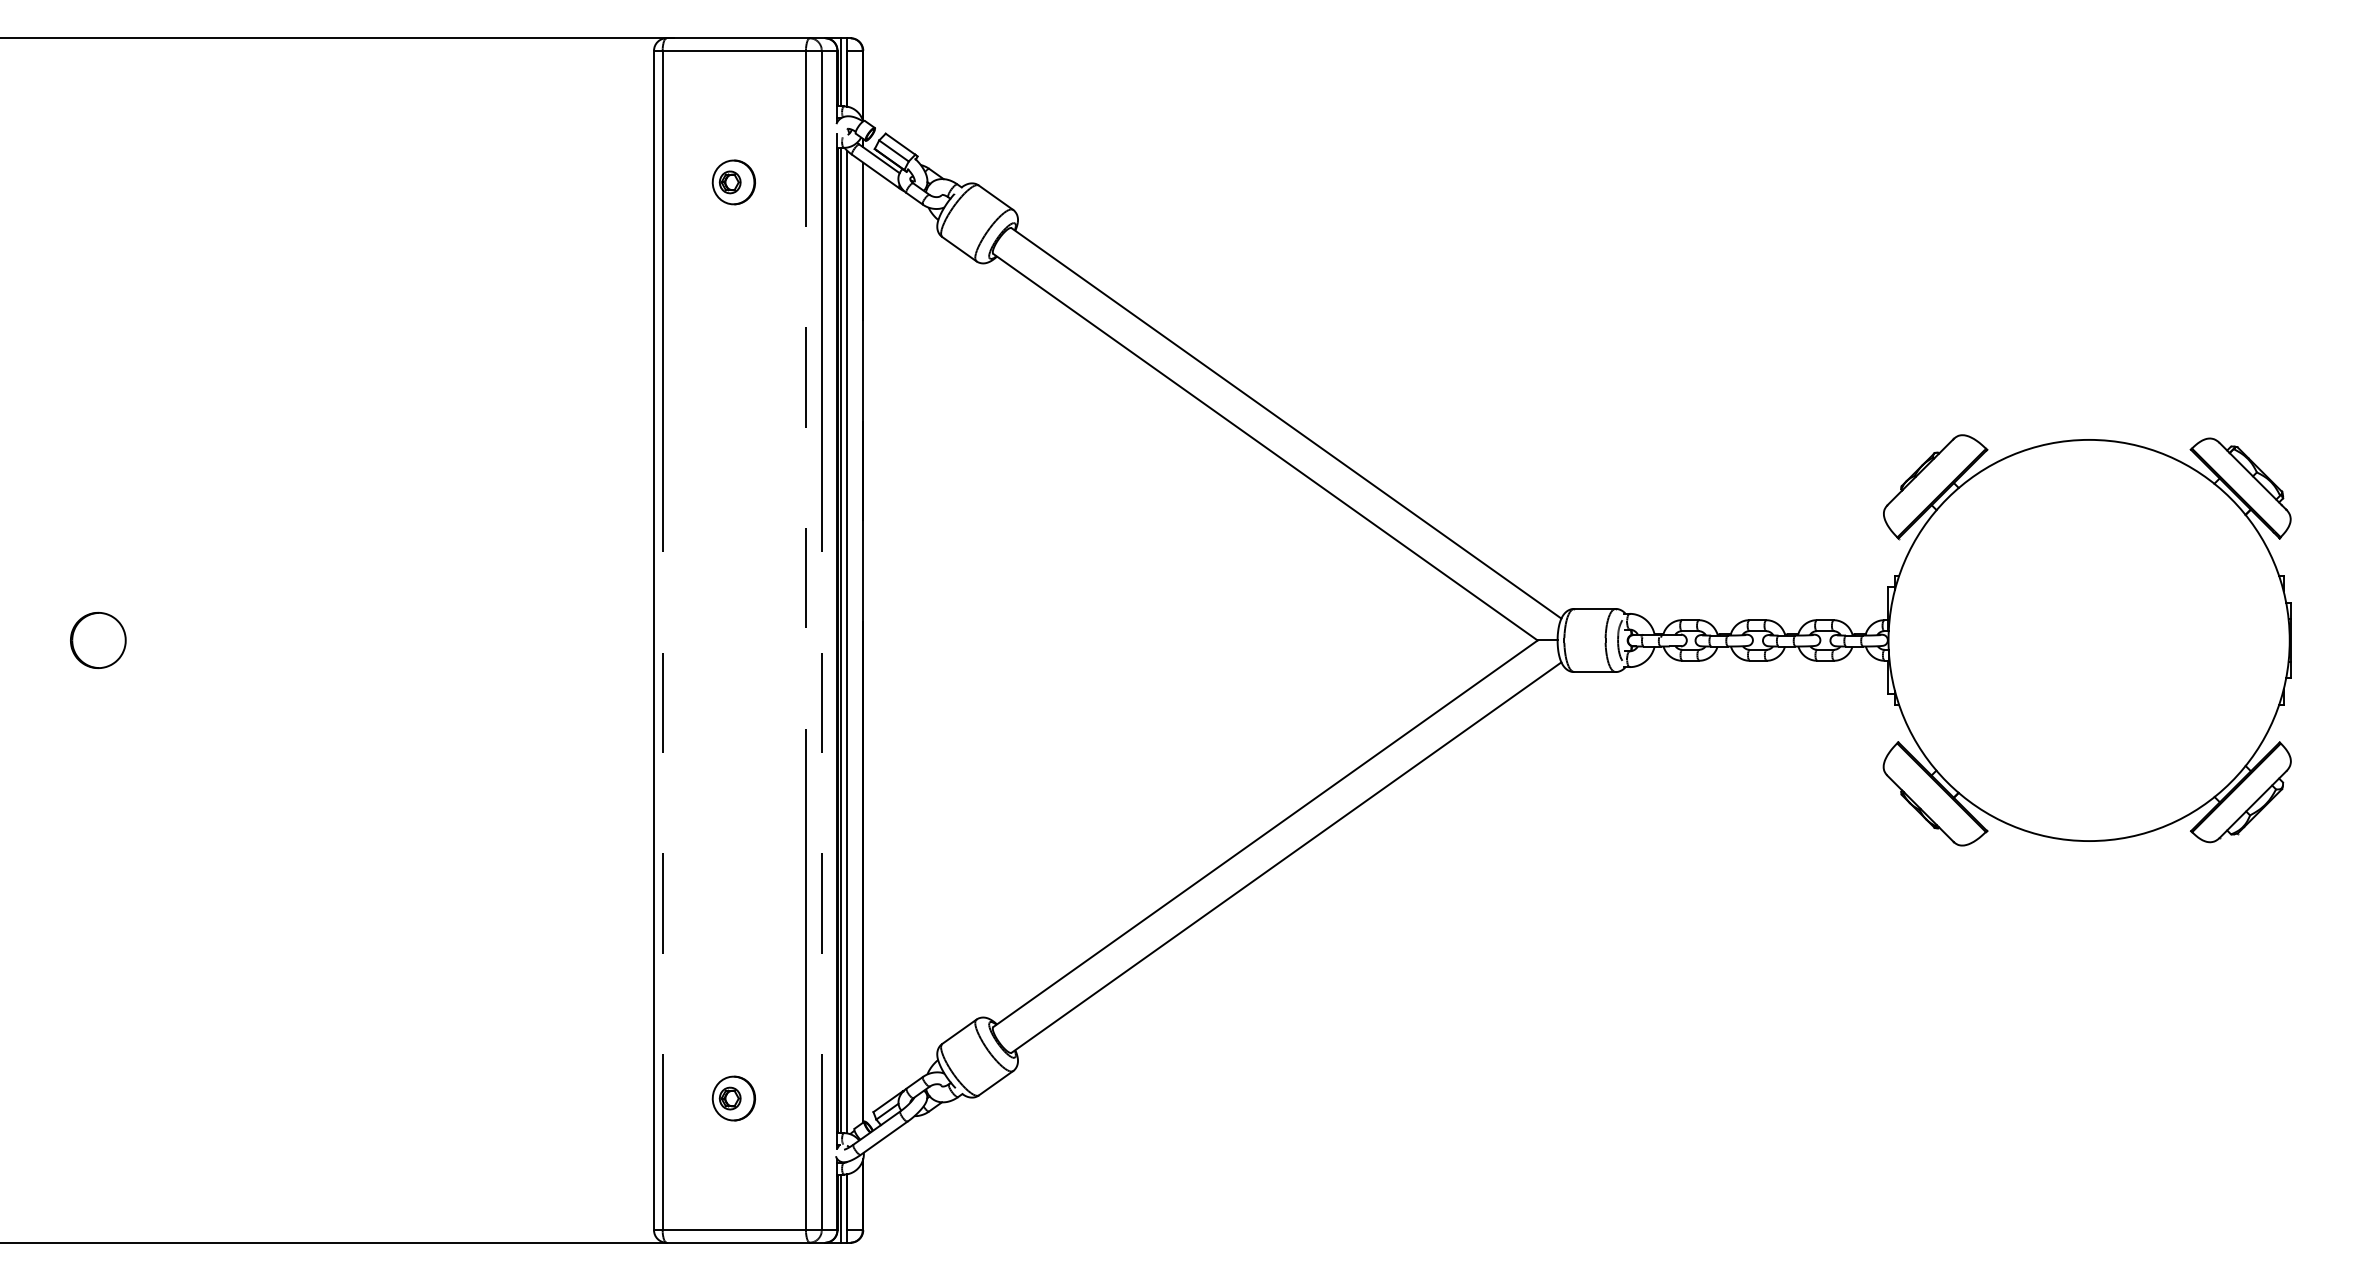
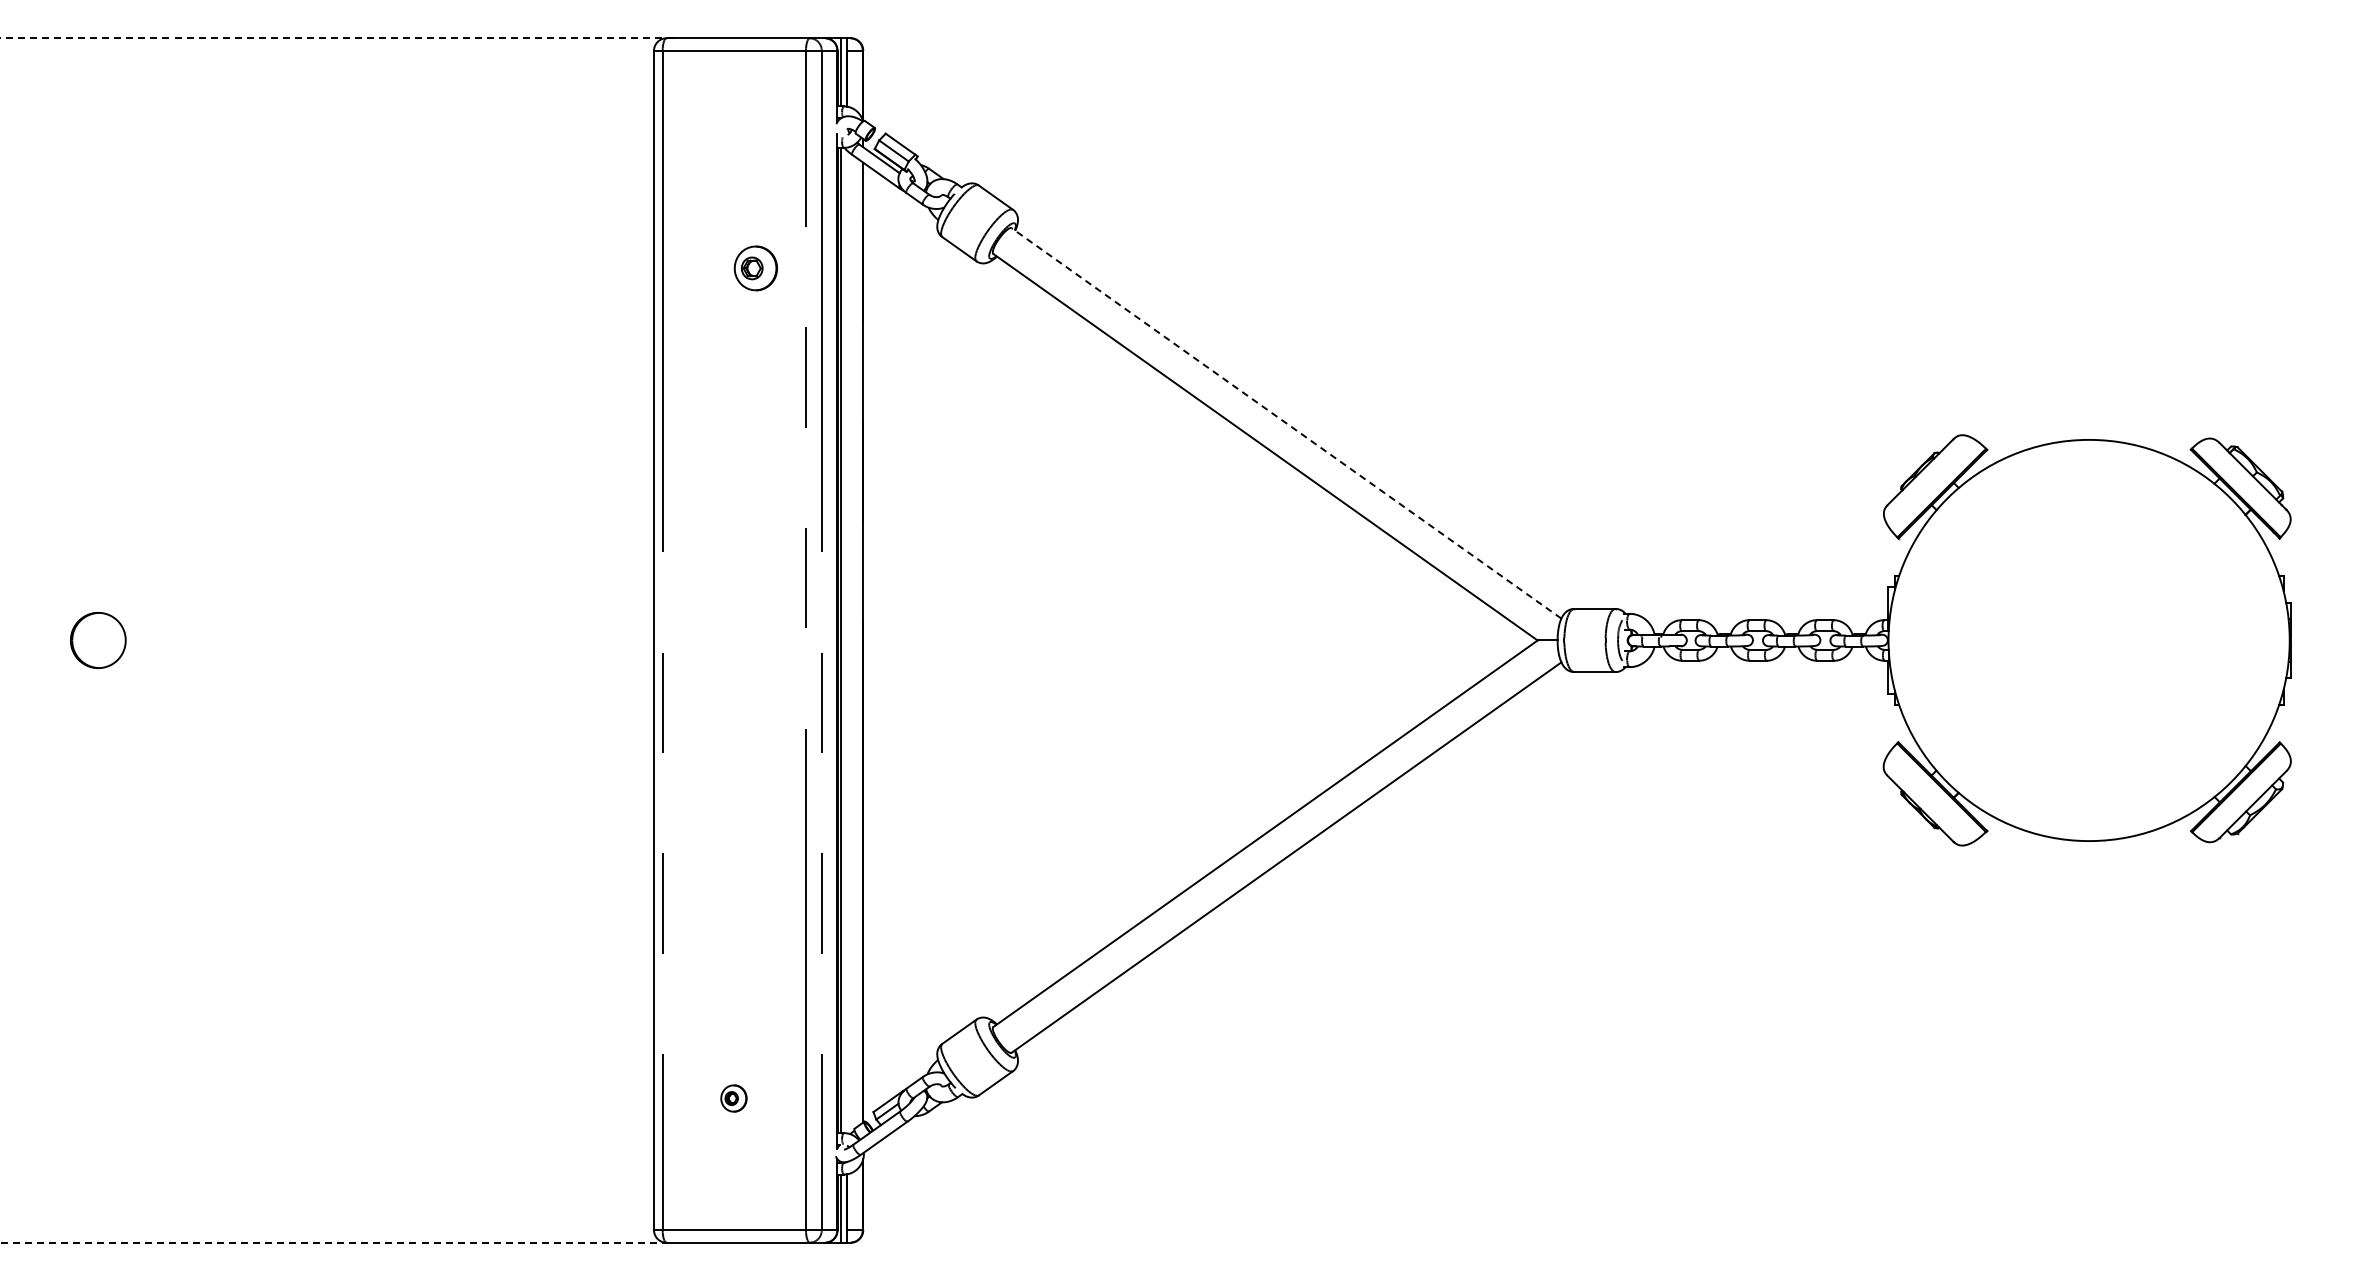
line at (337, 38): solid -> dashed
part at (733, 182) position: (733, 182) -> (755, 268)
line at (1286, 423): solid -> dashed
line at (847, 641): present -> none
part at (733, 1098) size: 46x47 px -> 28x29 px
line at (333, 1242): solid -> dashed
